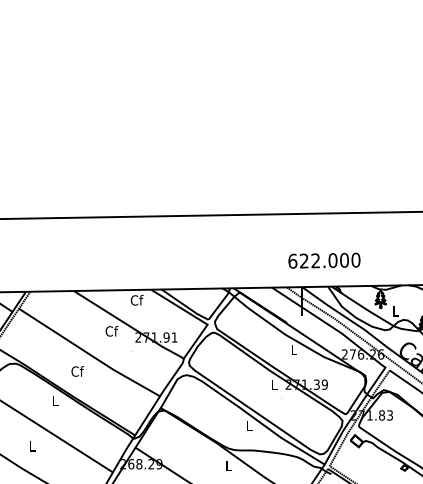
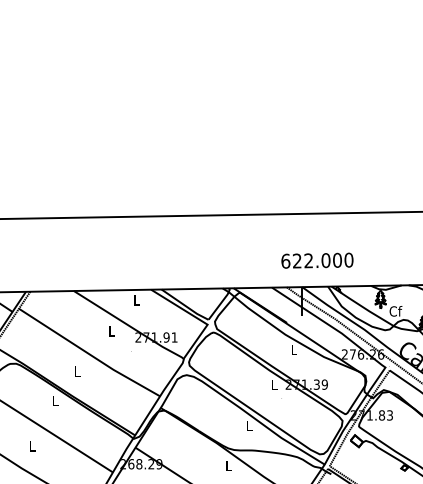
text at (324, 260) position: (324, 260) -> (317, 260)
text at (136, 300): Cf -> L
text at (395, 311): L -> Cf
text at (111, 331): Cf -> L
text at (77, 371): Cf -> L
